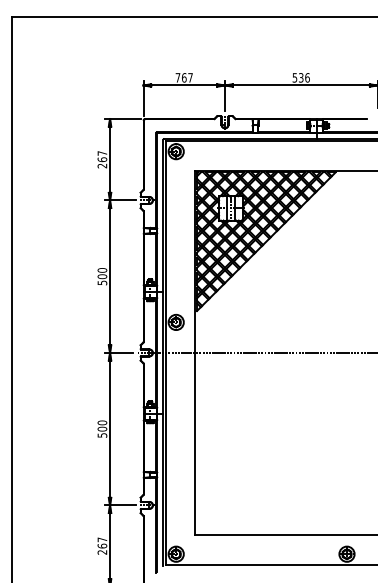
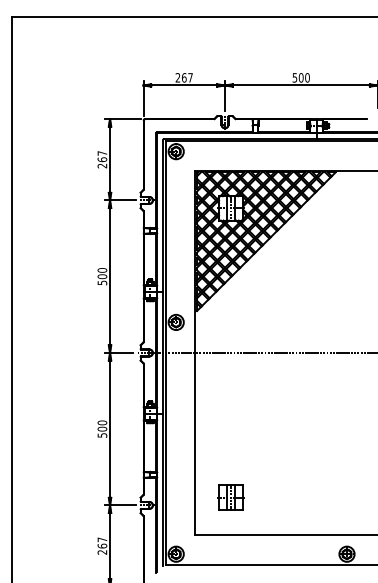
text at (177, 77): 767 -> 267
text at (303, 77): 536 -> 500
part at (230, 497): none -> present
